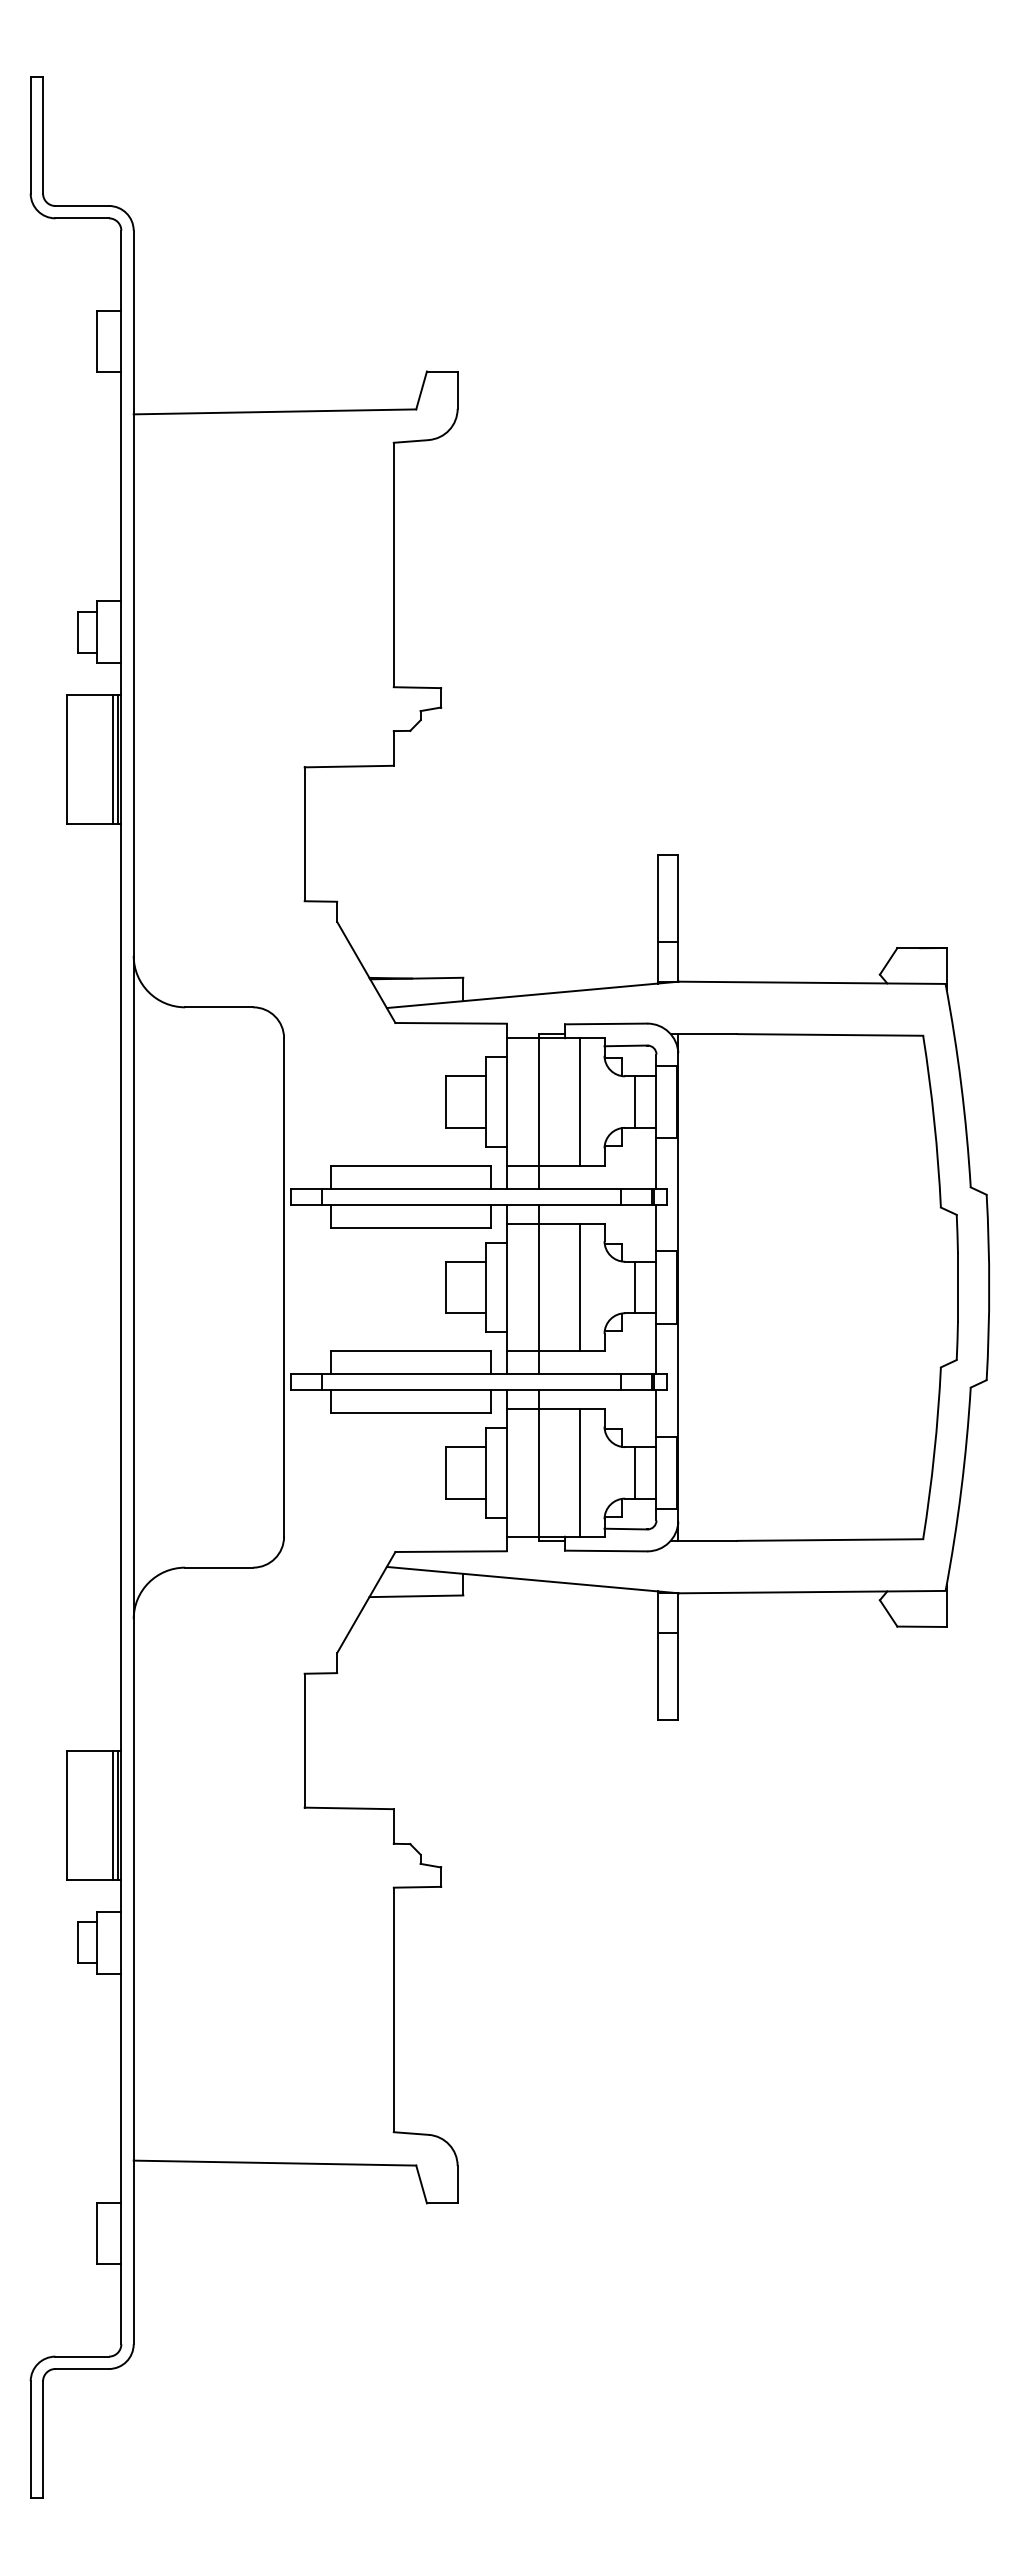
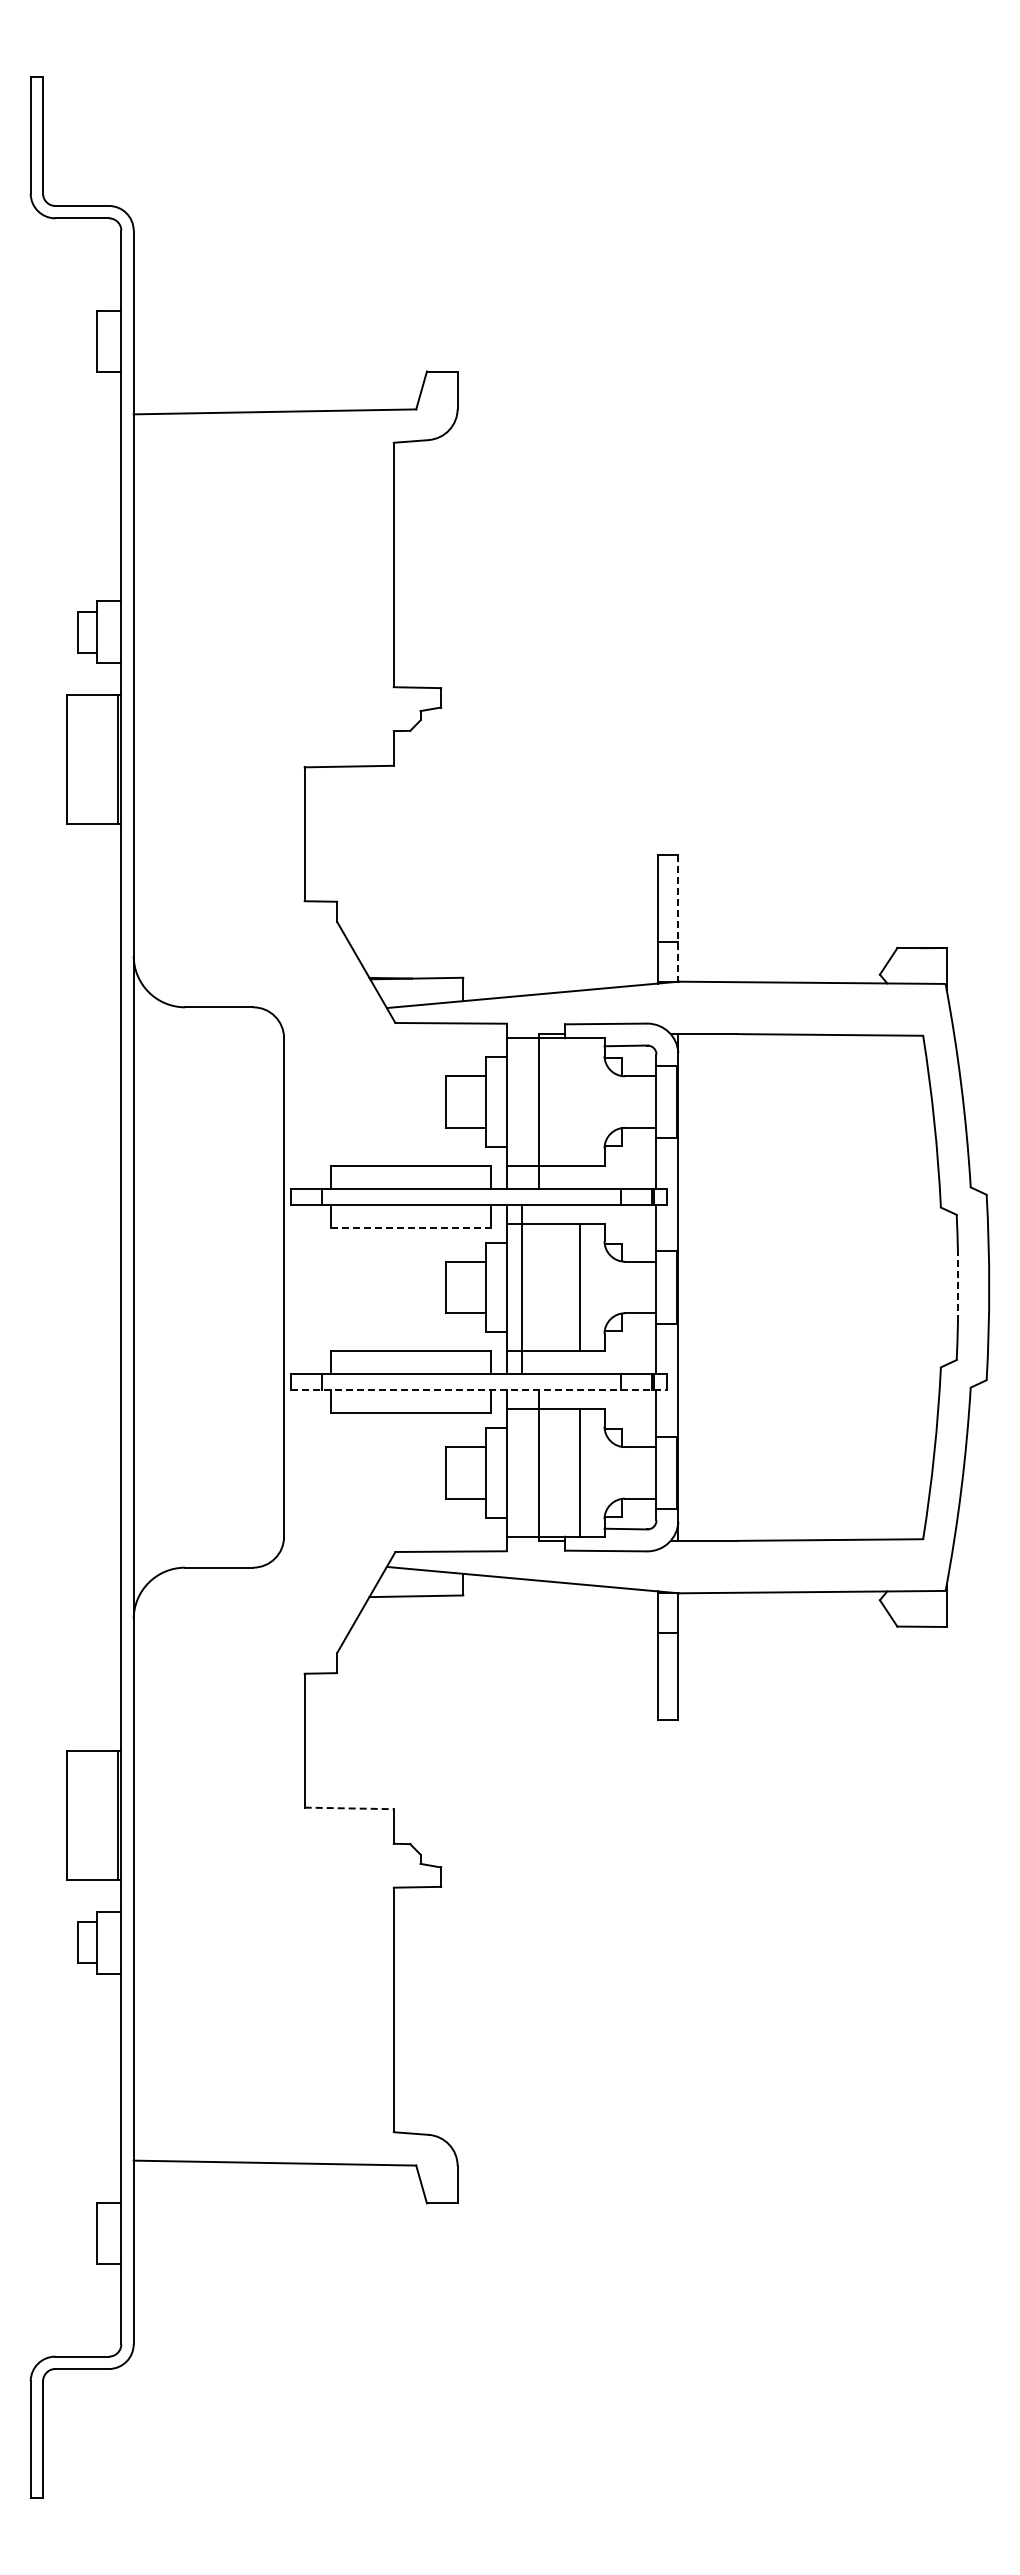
line at (113, 759): present -> none
line at (678, 918): solid -> dashed
line at (580, 1101): present -> none
line at (635, 1101): present -> none
line at (411, 1227): solid -> dashed
line at (958, 1286): solid -> dashed
line at (635, 1287): present -> none
line at (539, 1289) position: (539, 1289) -> (522, 1289)
line at (479, 1390): solid -> dashed
line at (635, 1472): present -> none
line at (349, 1808): solid -> dashed
line at (113, 1814): present -> none
